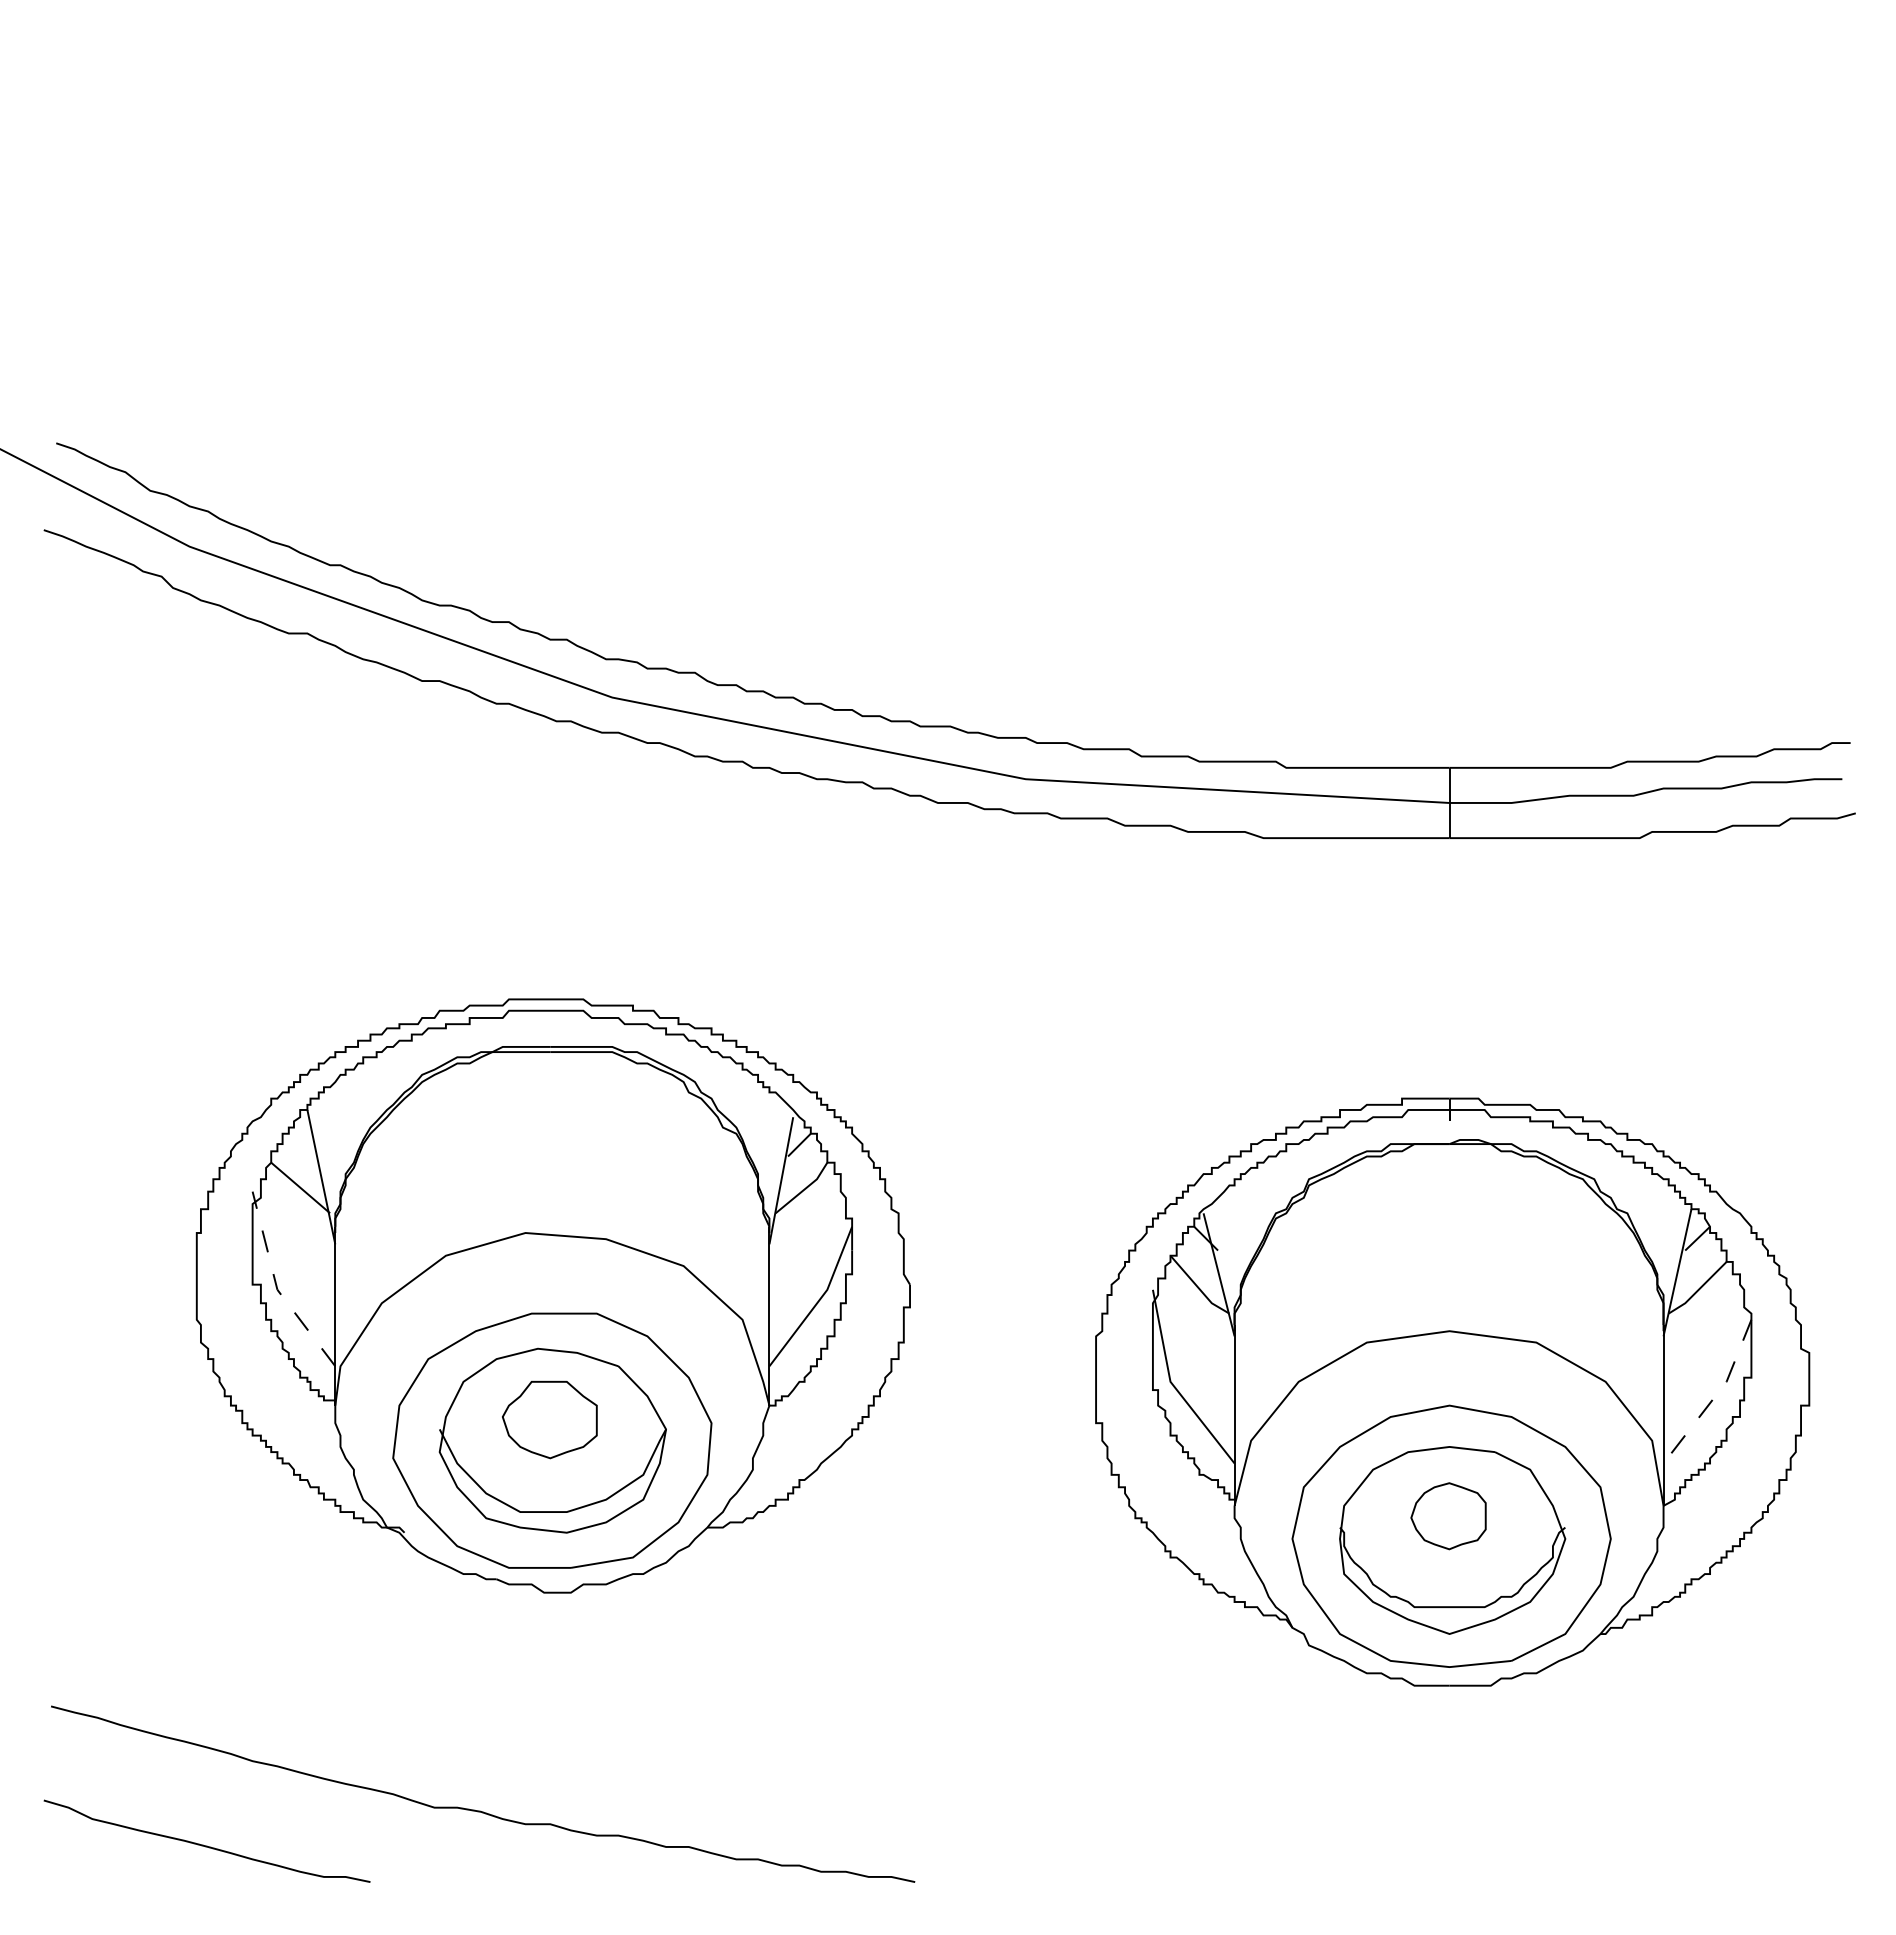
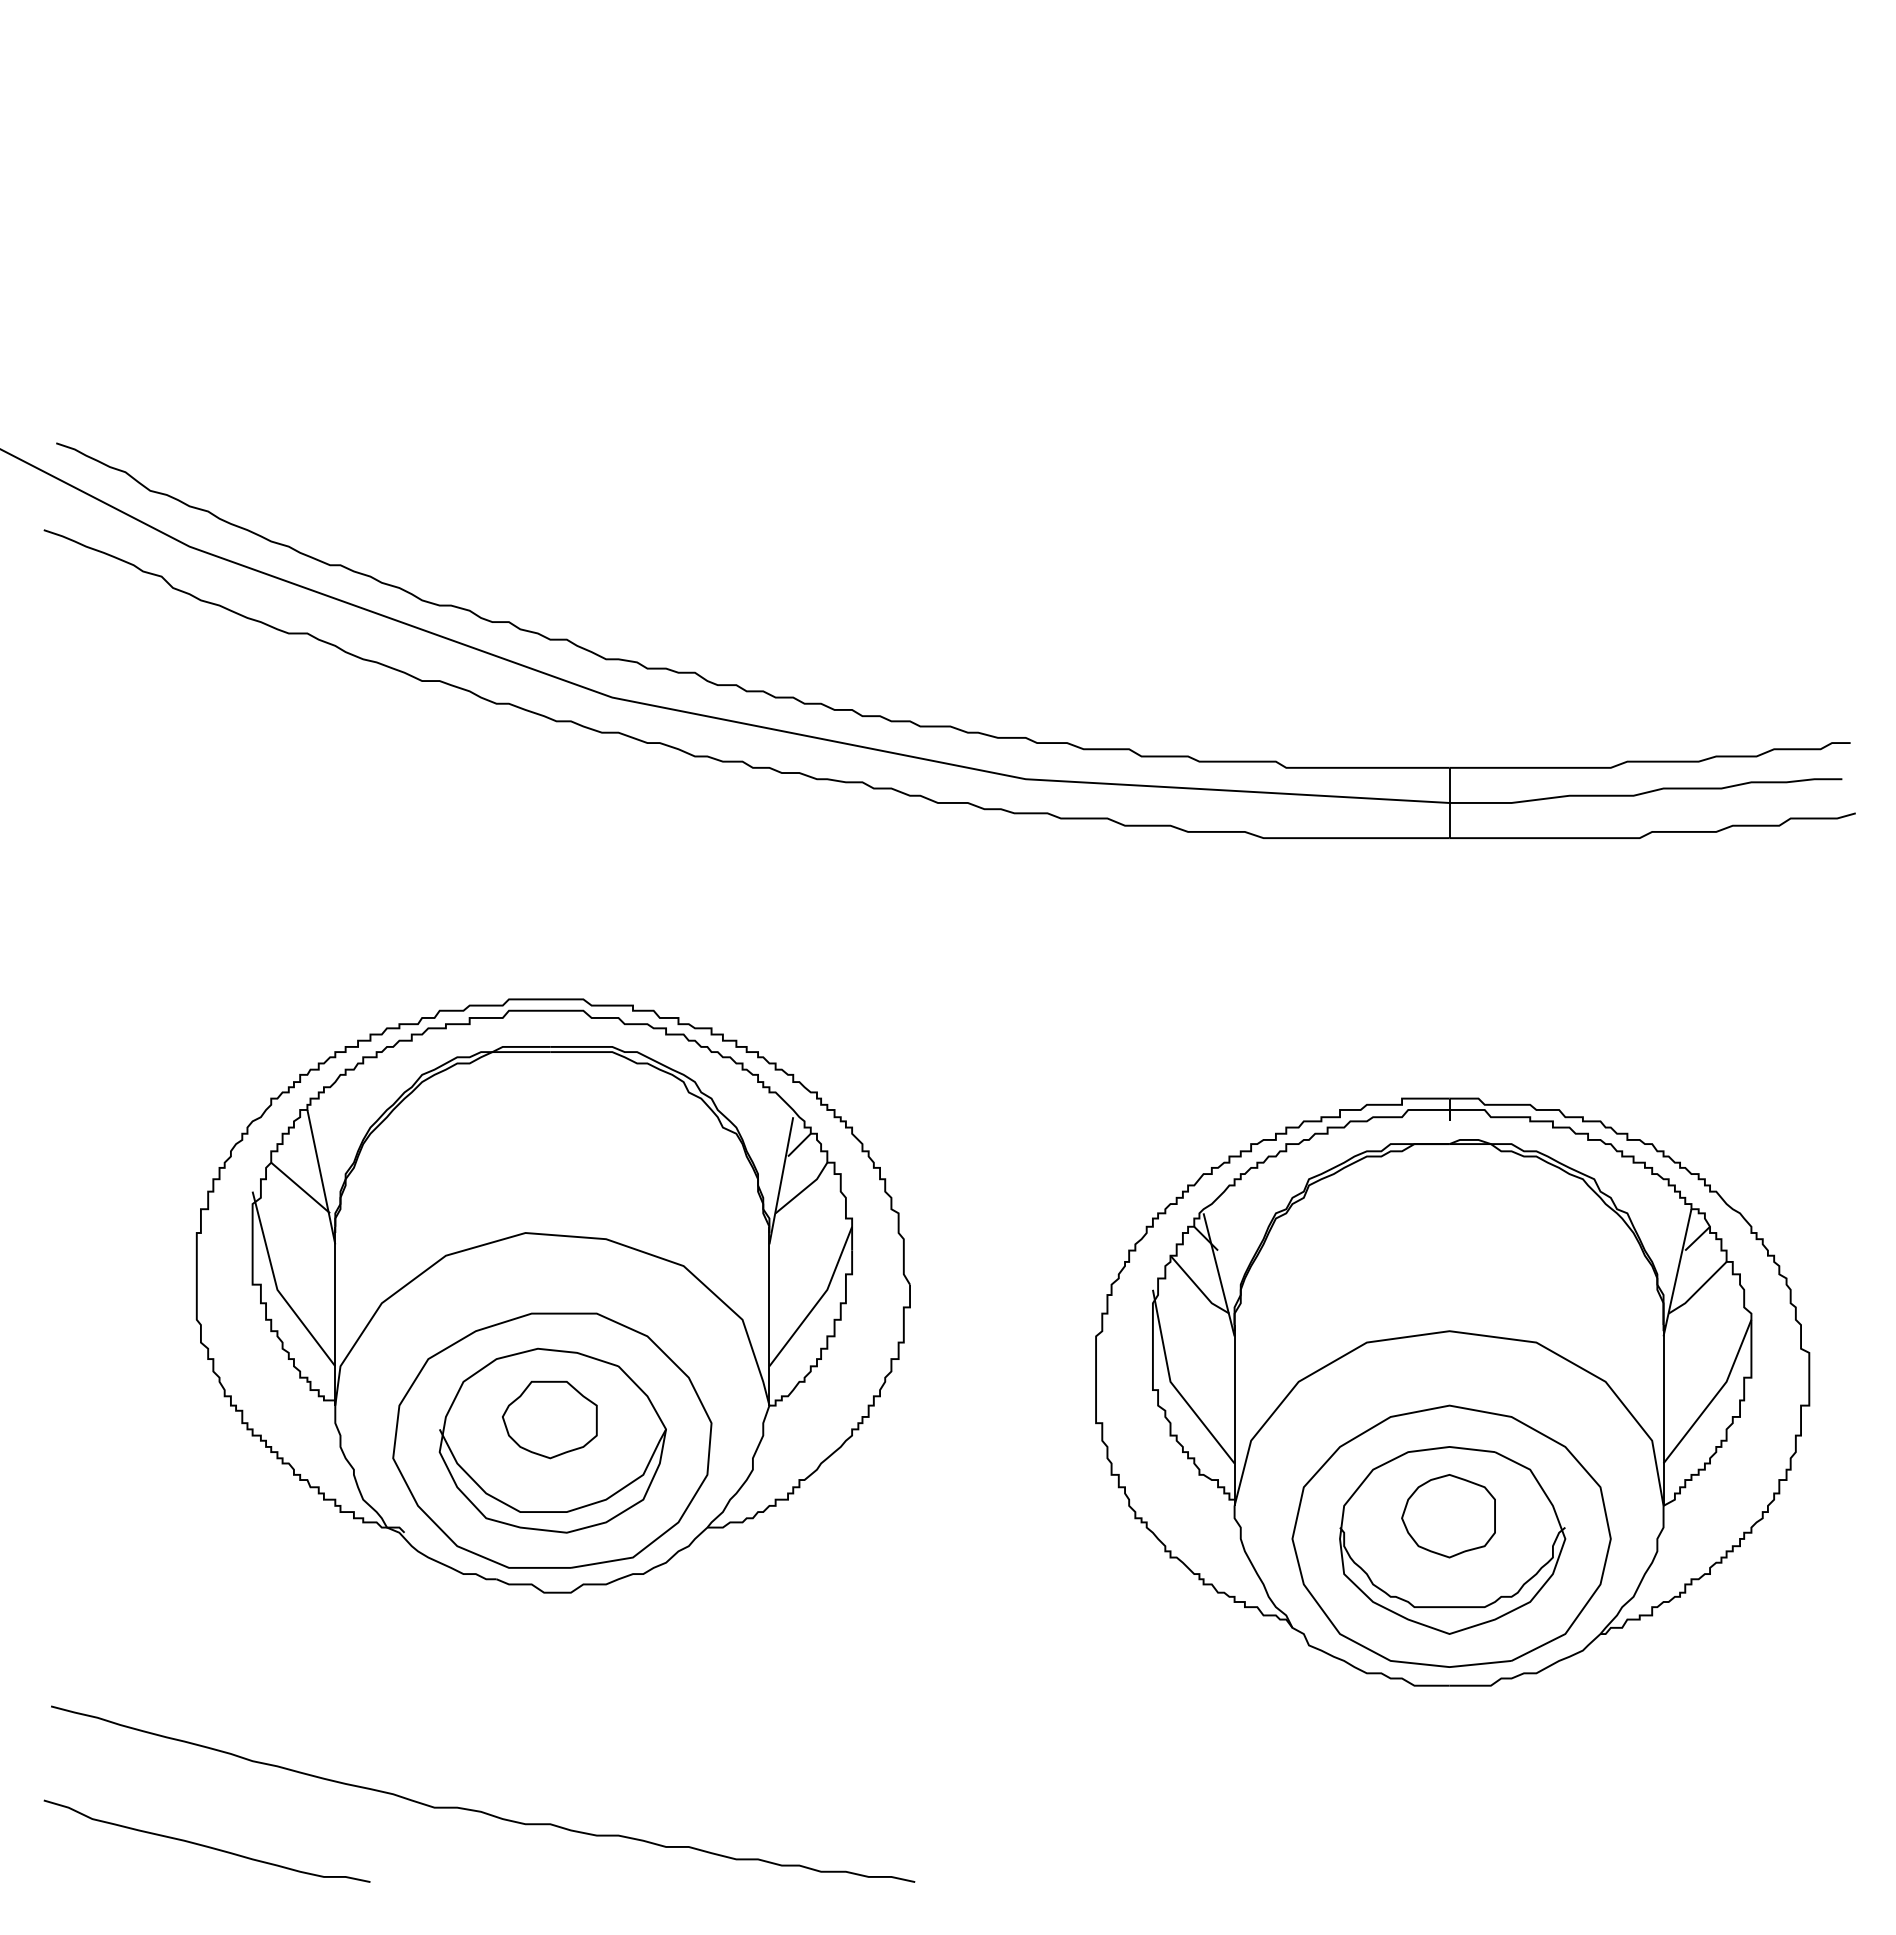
line at (276, 1286): dashed -> solid
line at (1715, 1395): dashed -> solid
part at (1448, 1516) size: 77x69 px -> 95x85 px
